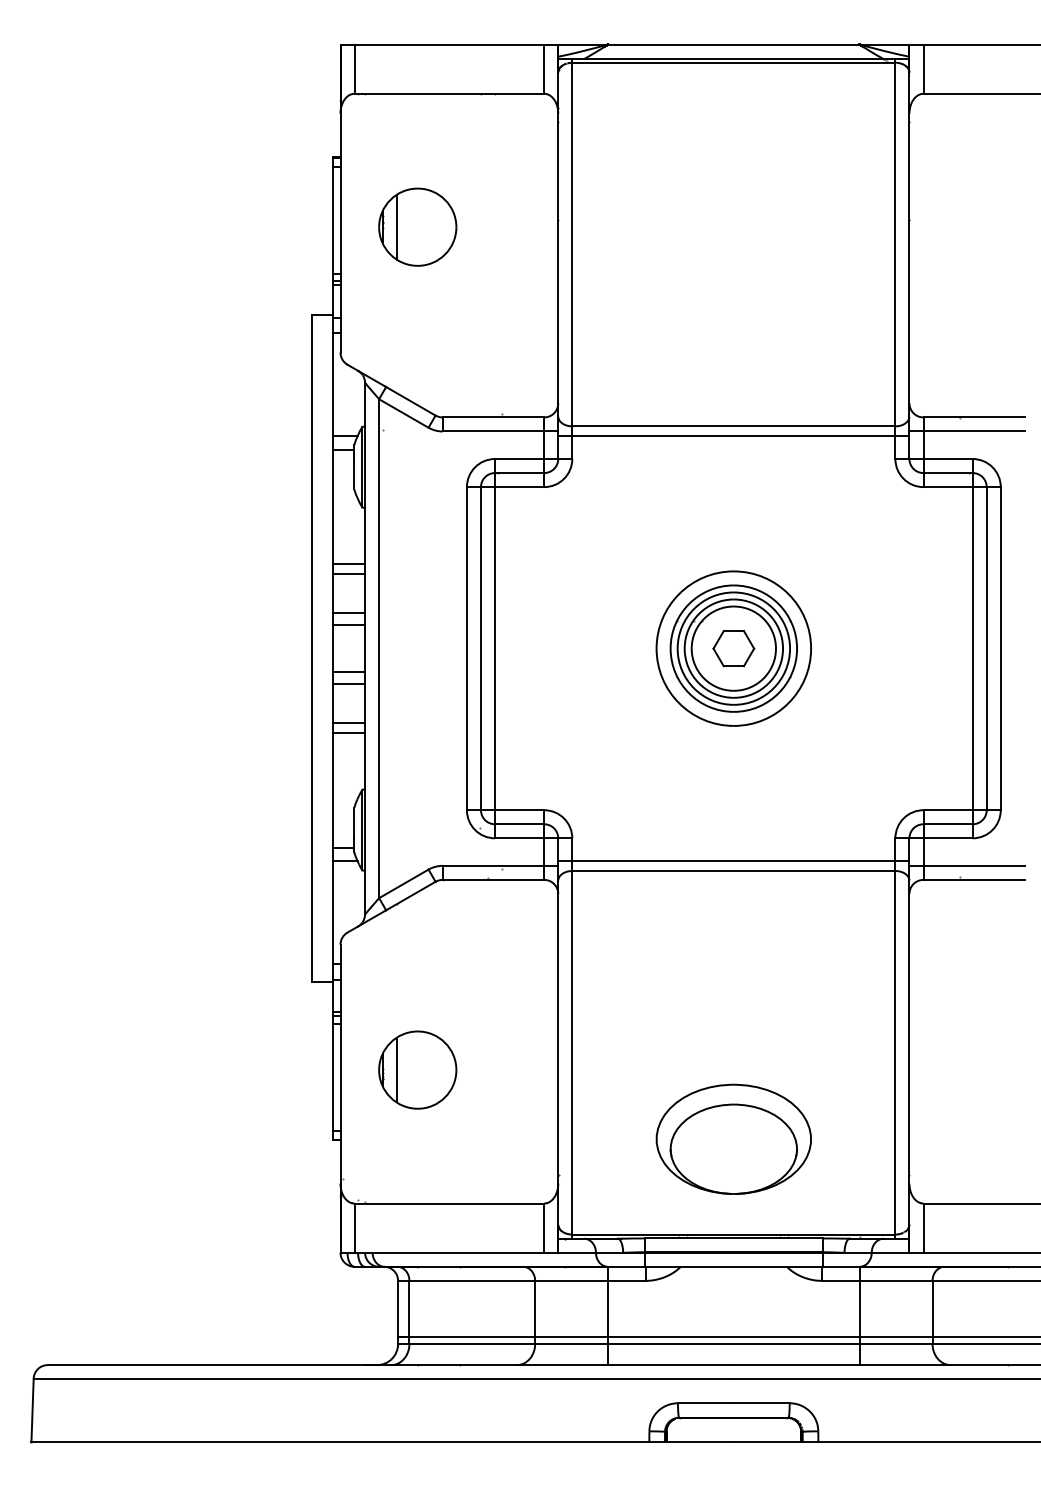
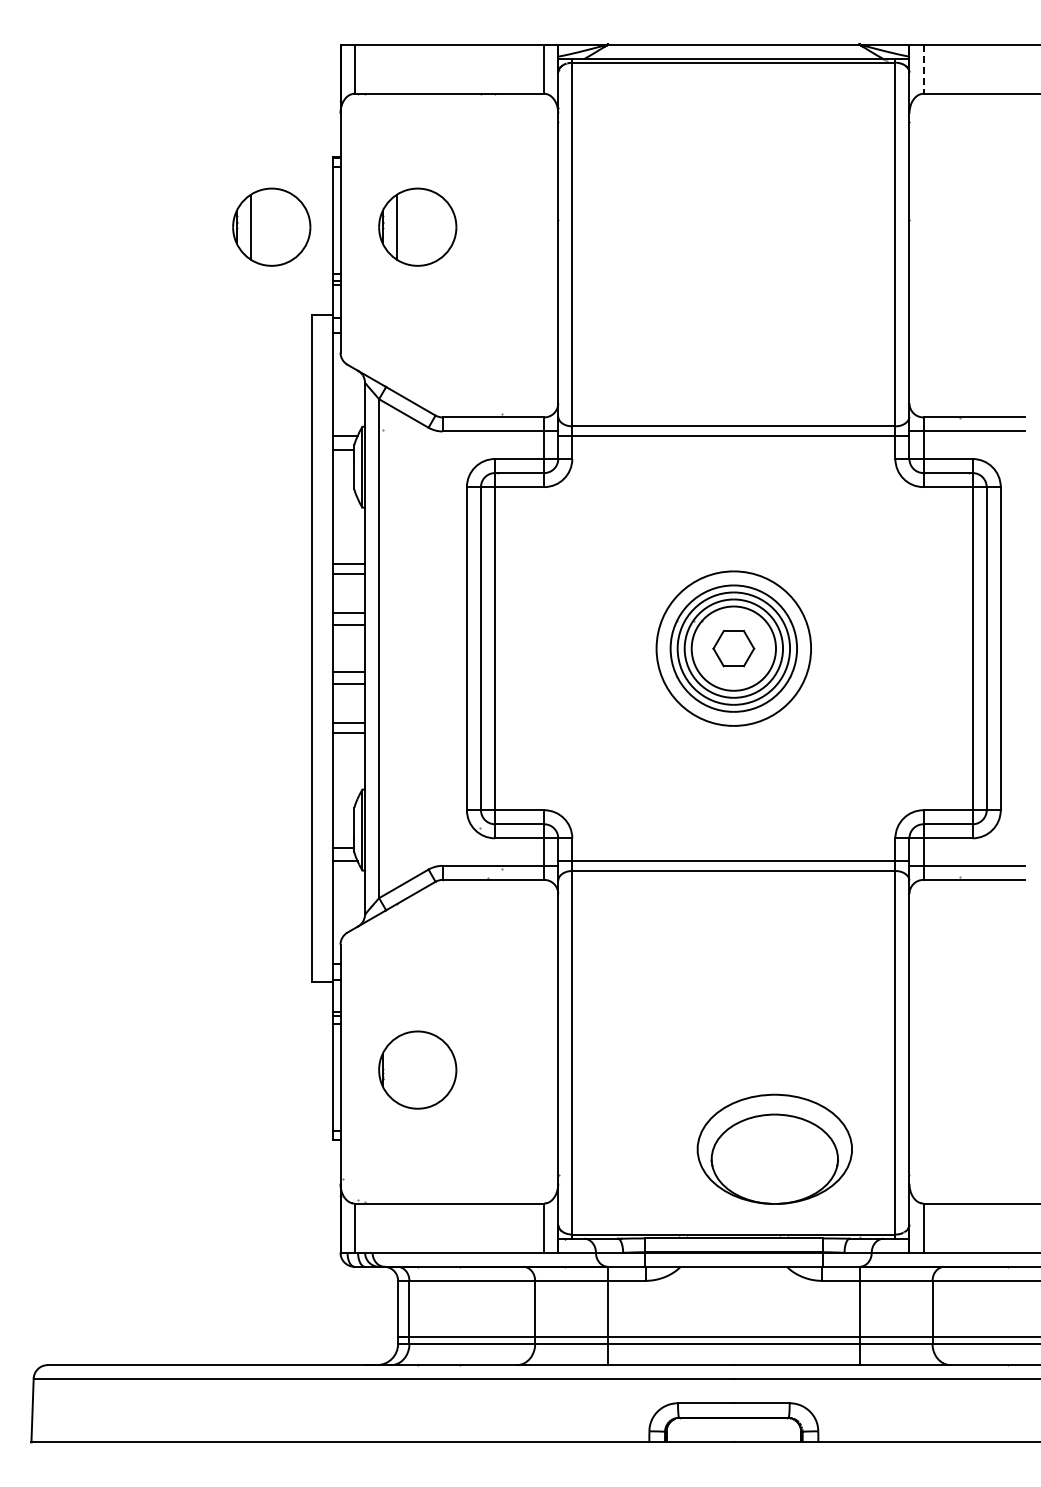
line at (923, 69): solid -> dashed
part at (271, 226): none -> present
line at (396, 1069): present -> none
part at (733, 1138) position: (733, 1138) -> (774, 1148)
